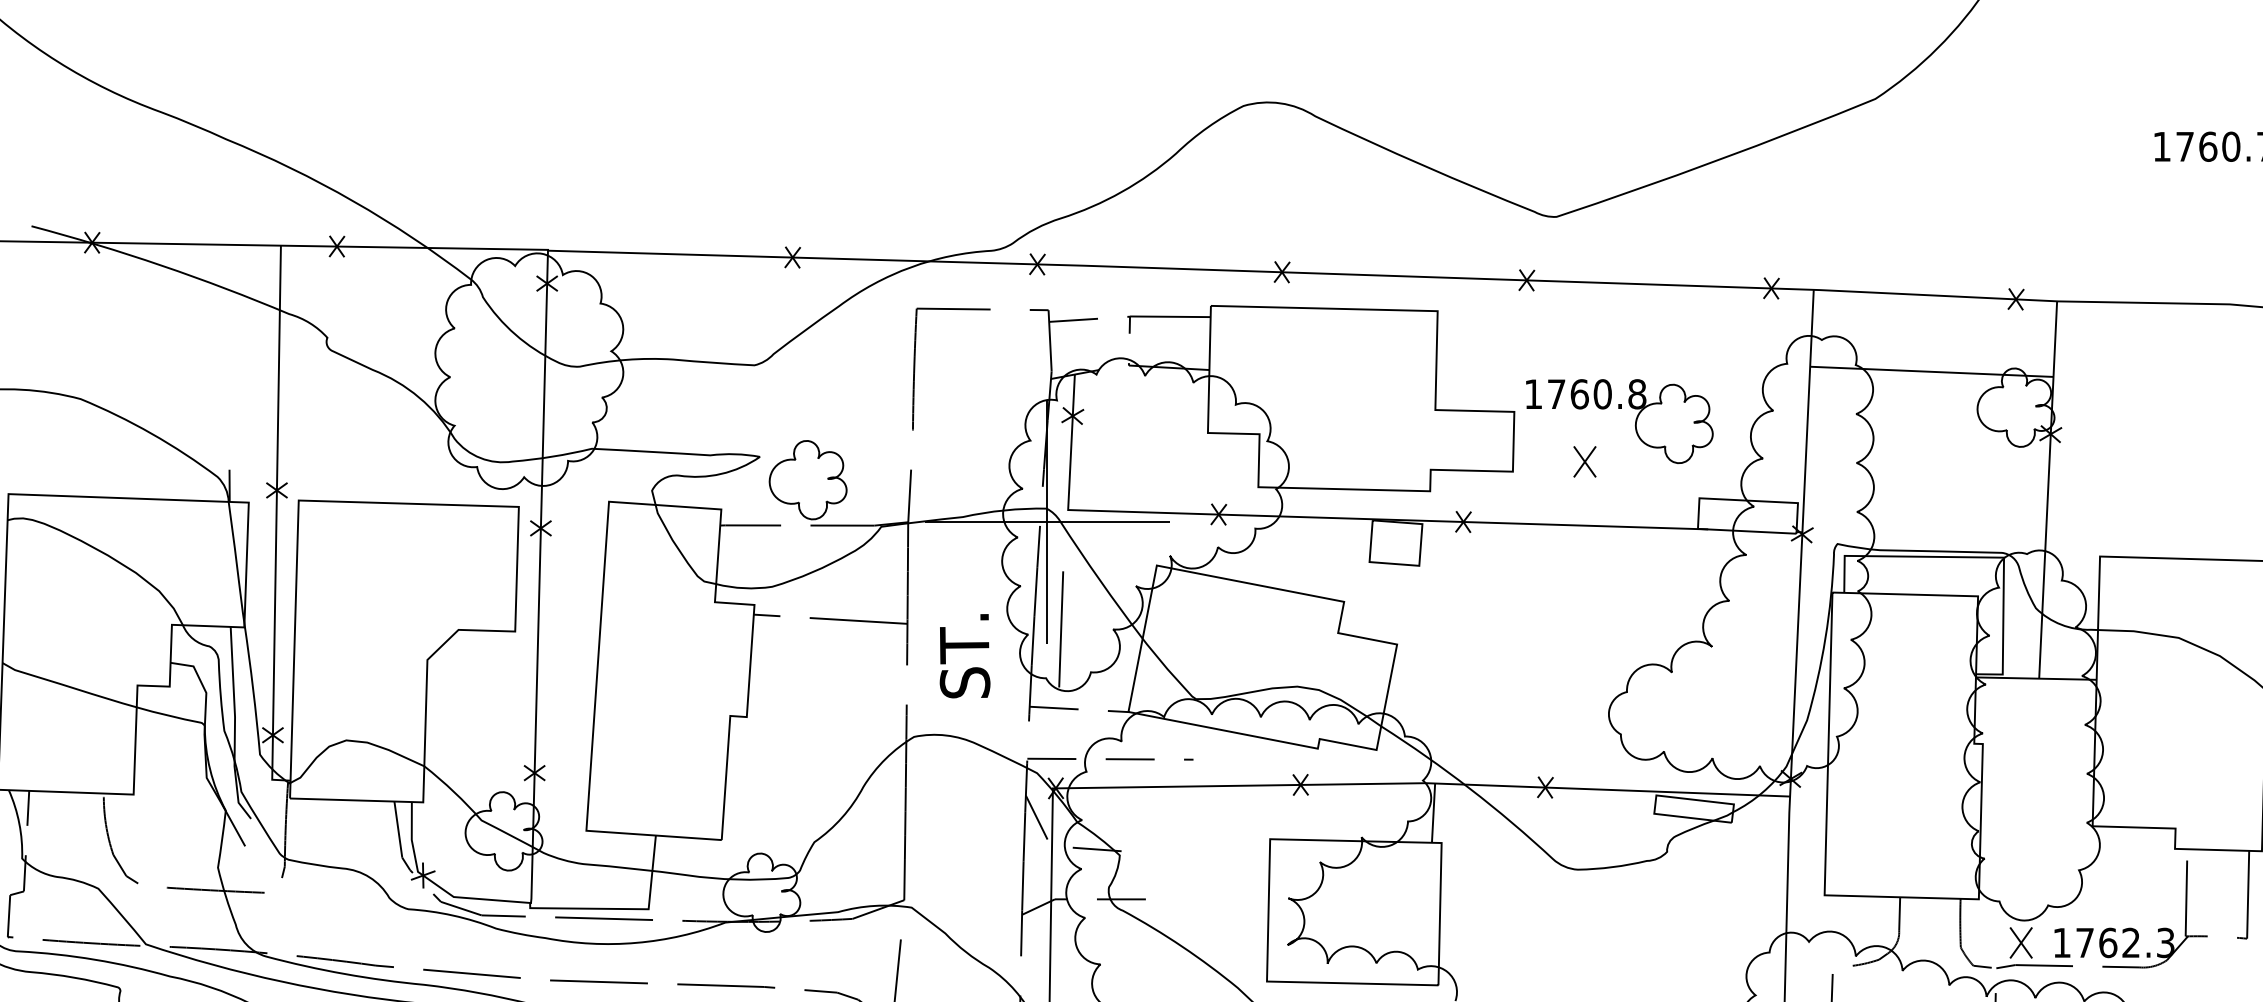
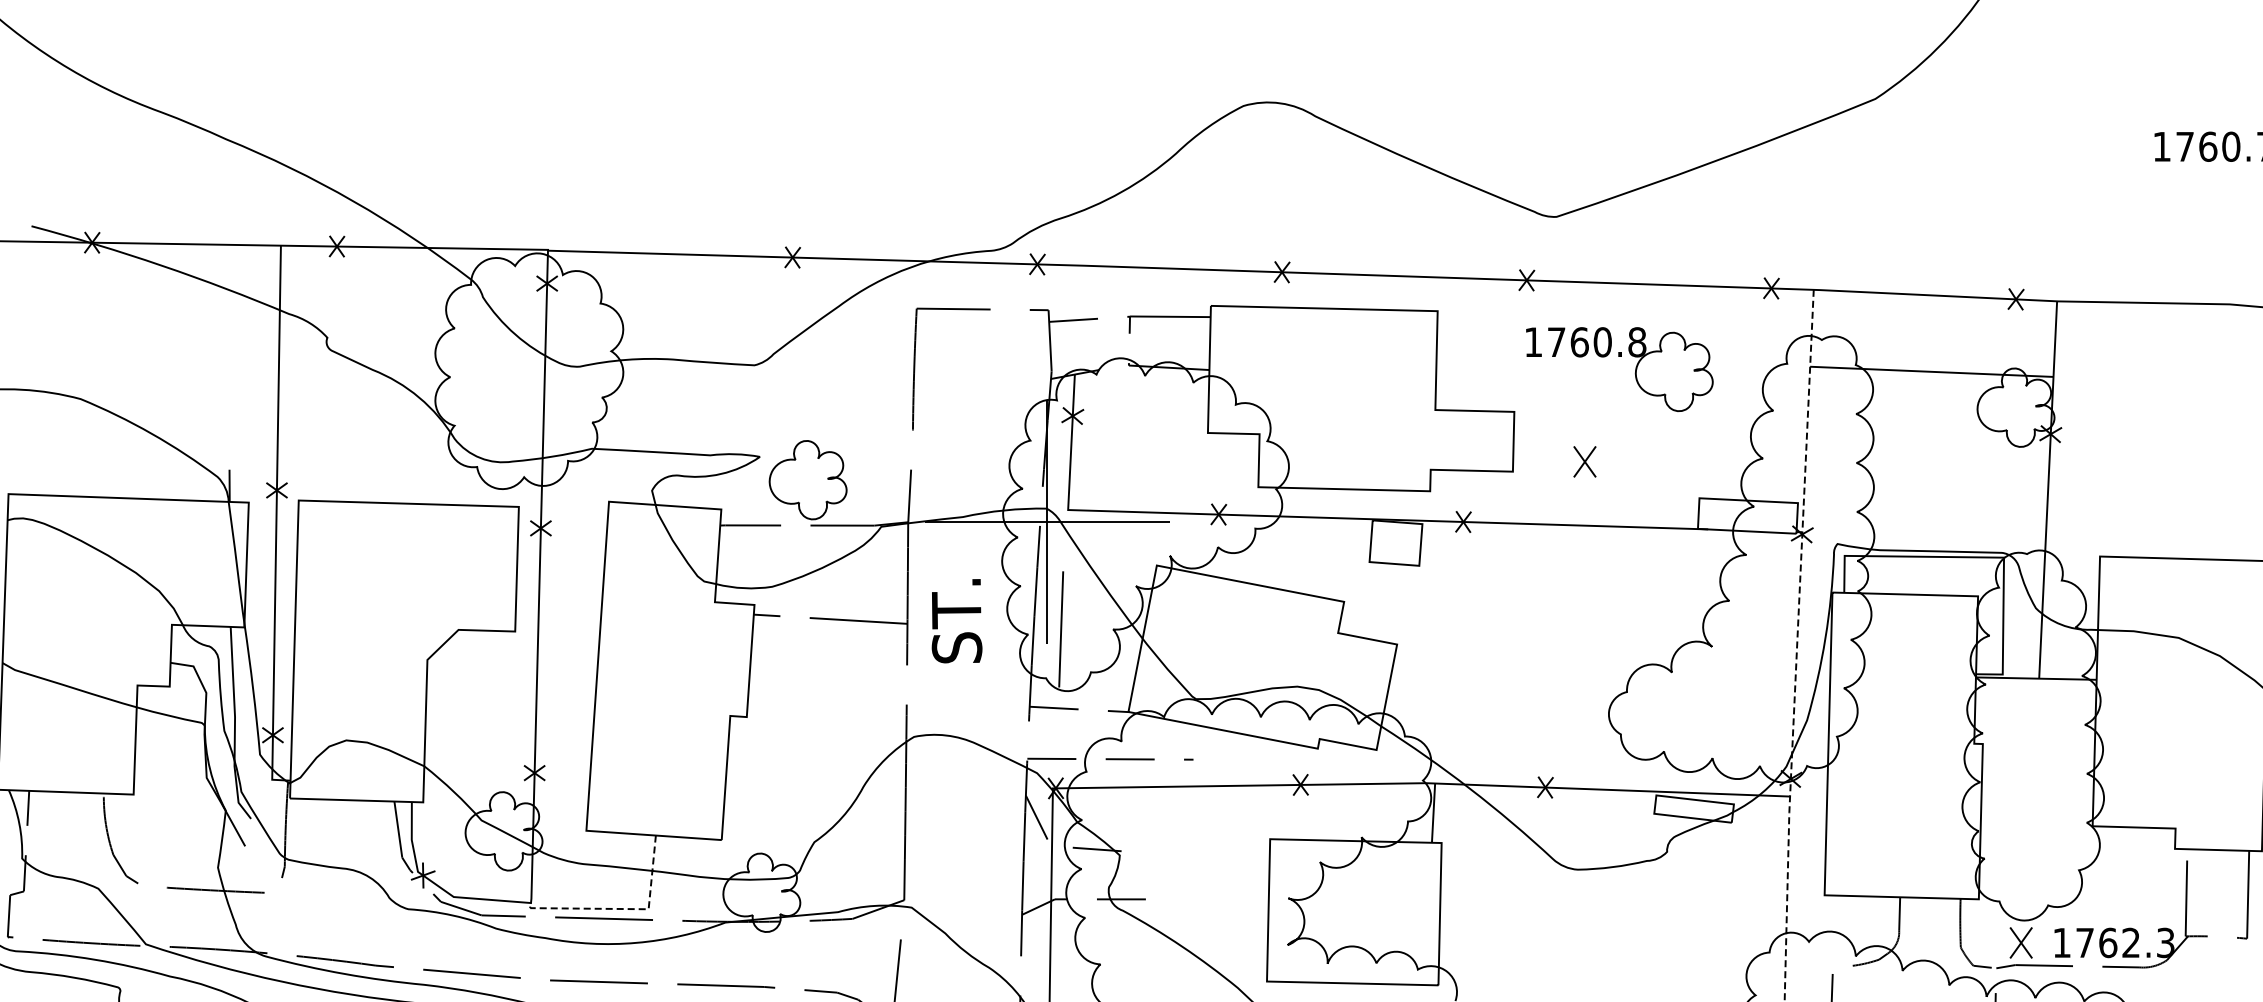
part at (1619, 408) position: (1619, 408) -> (1619, 356)
line at (1797, 646): solid -> dashed
text at (964, 656) position: (964, 656) -> (956, 621)
line at (623, 909): solid -> dashed
